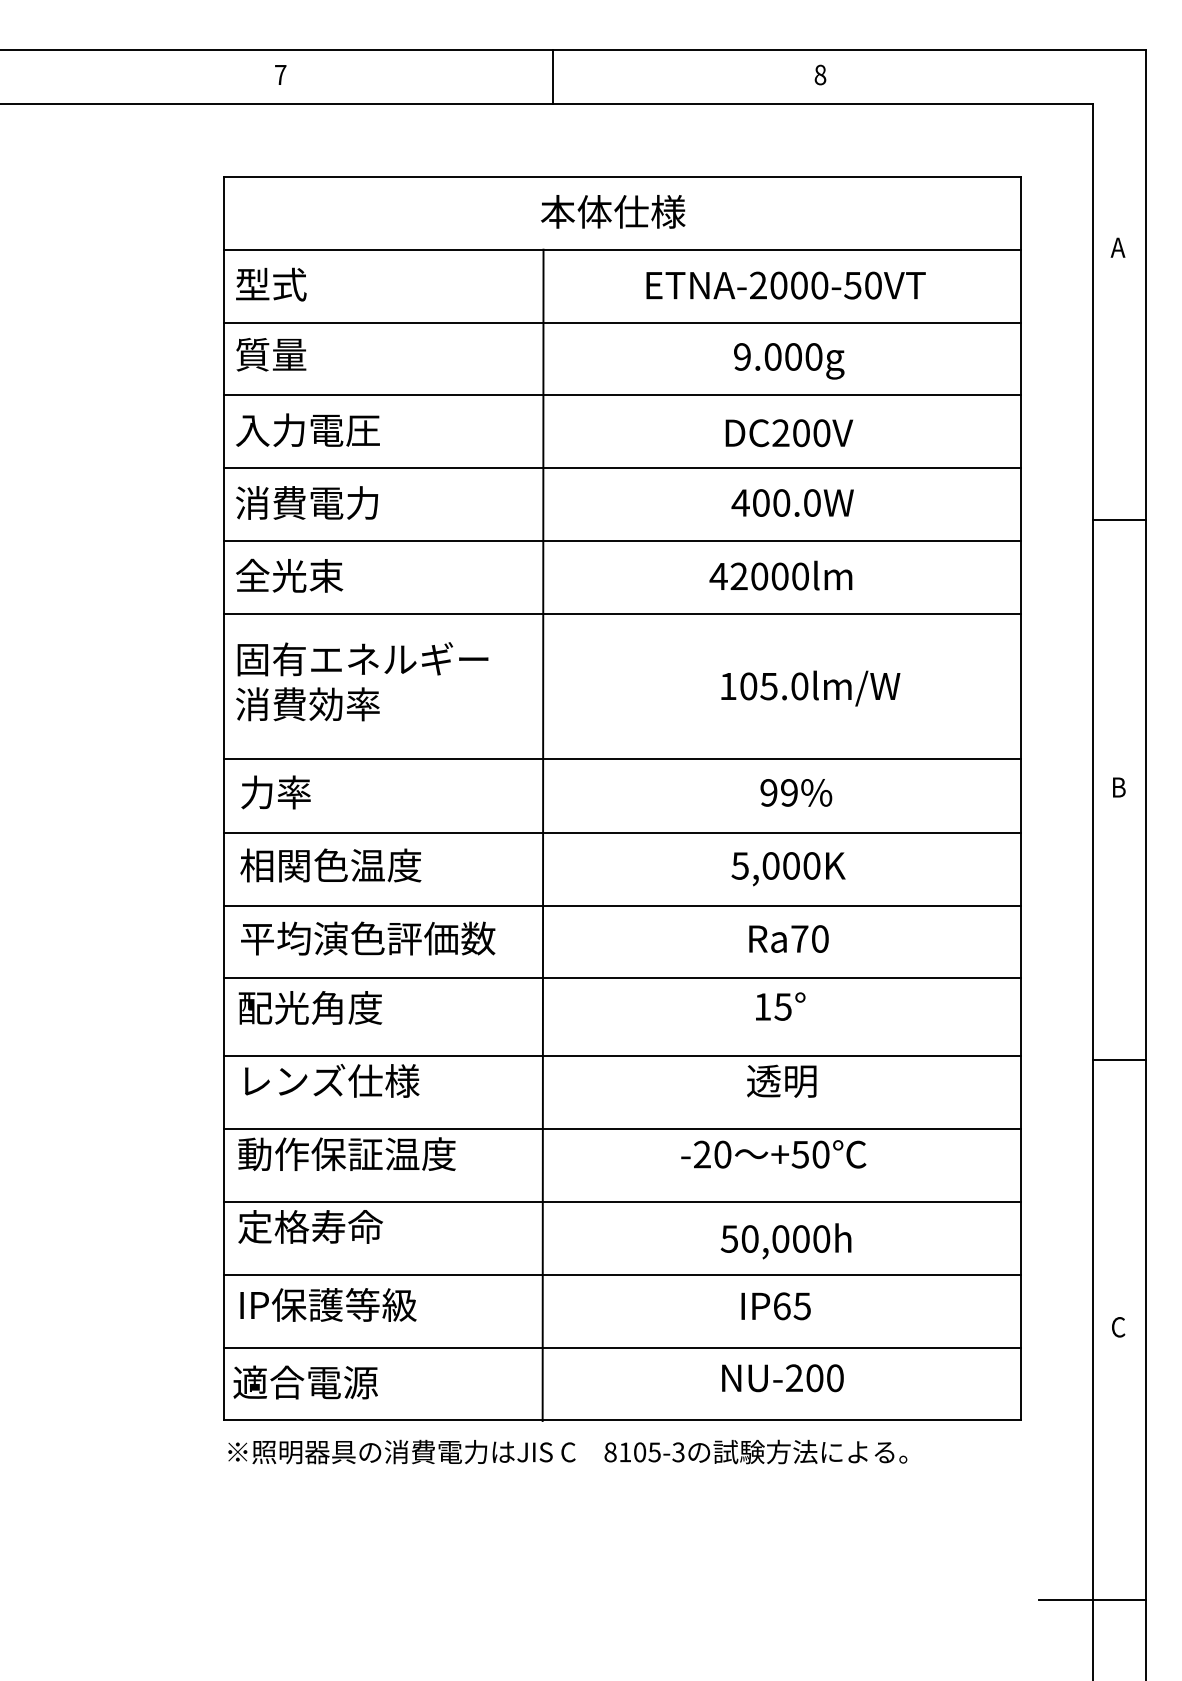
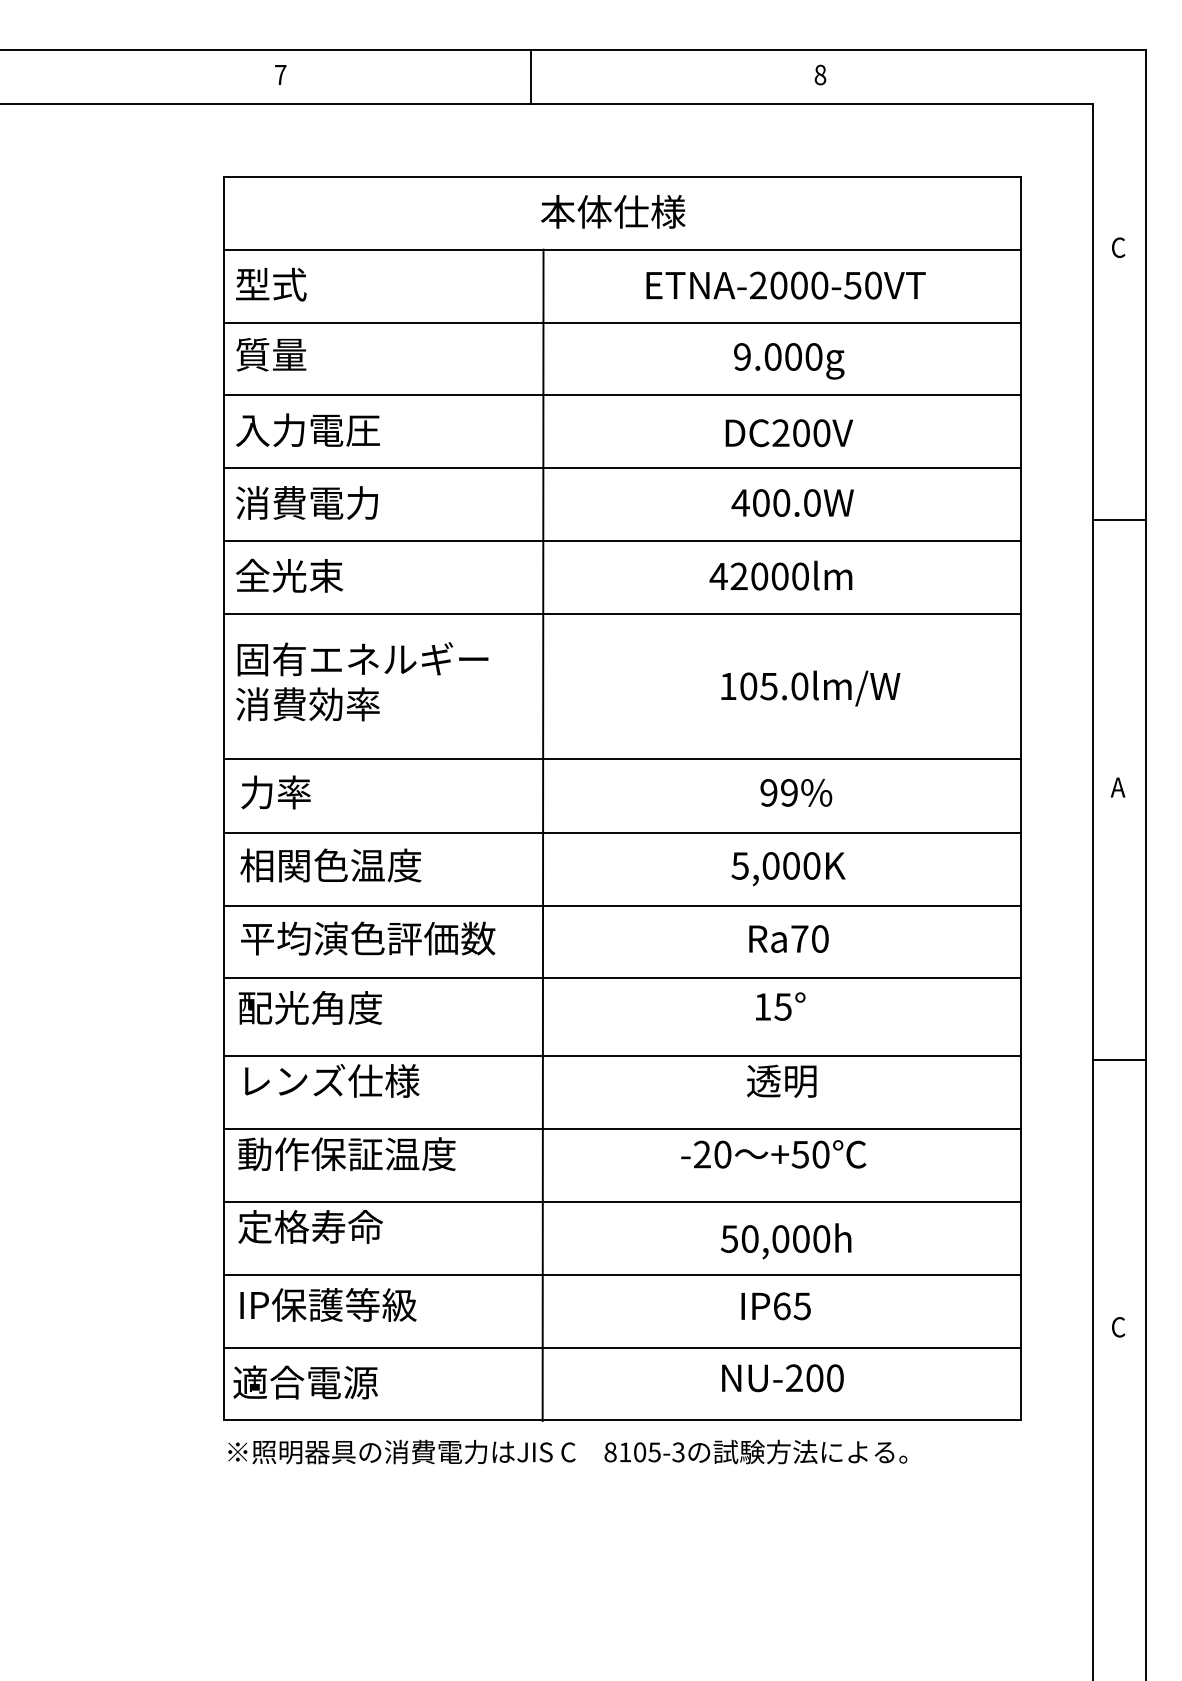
line at (552, 77) position: (552, 77) -> (530, 77)
text at (1117, 247): A -> C
text at (1117, 787): B -> A
line at (1092, 1599): present -> none
